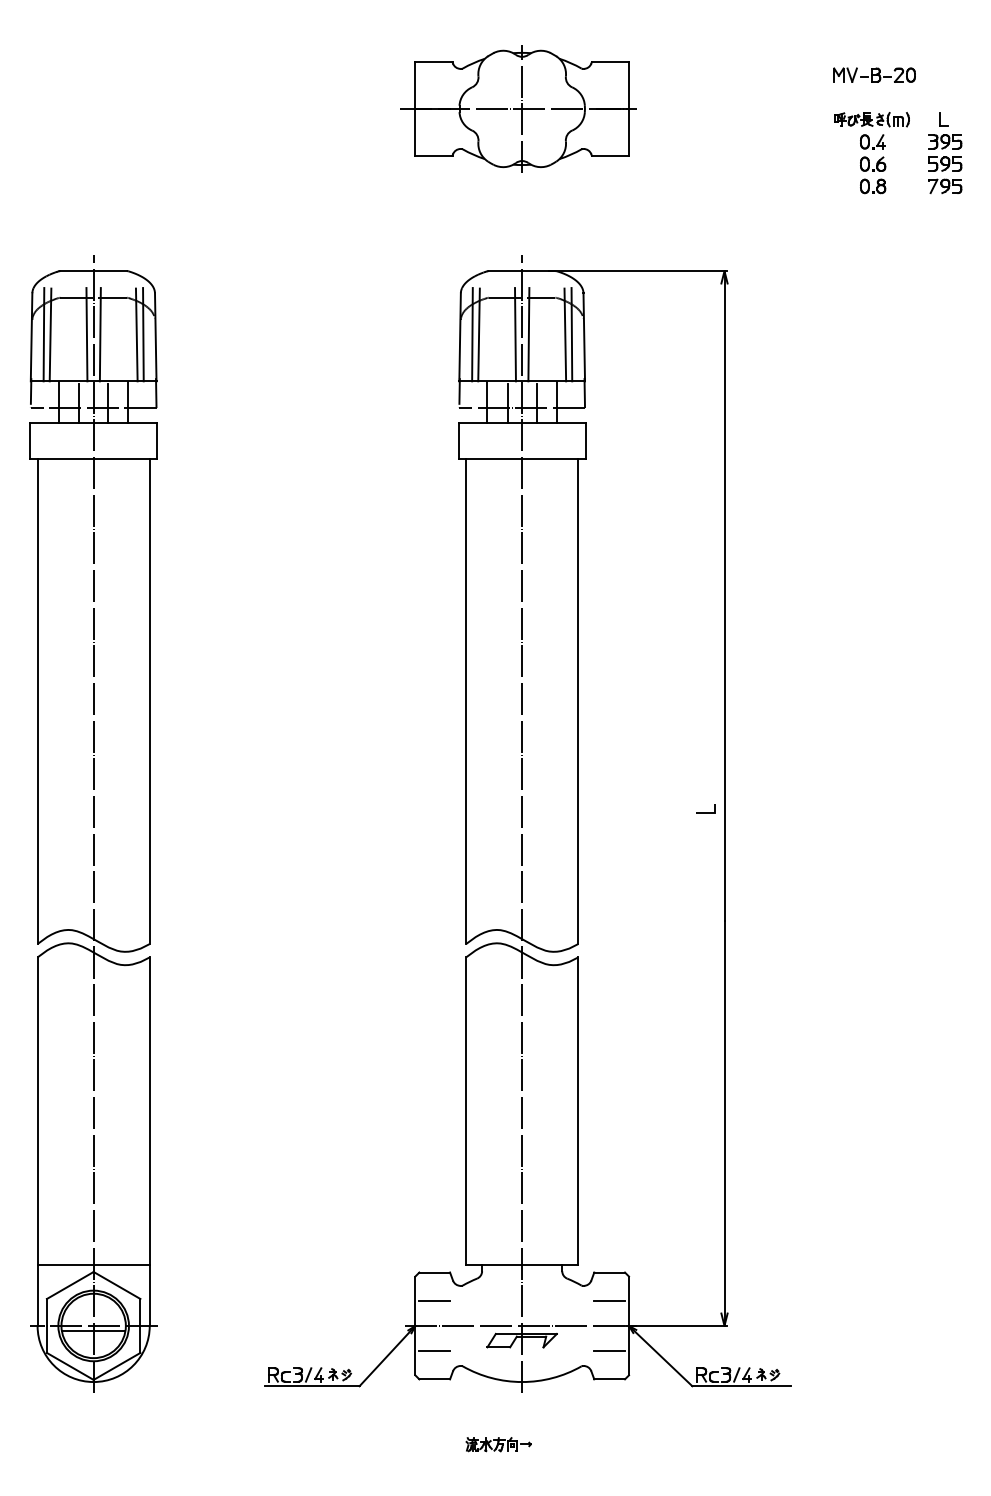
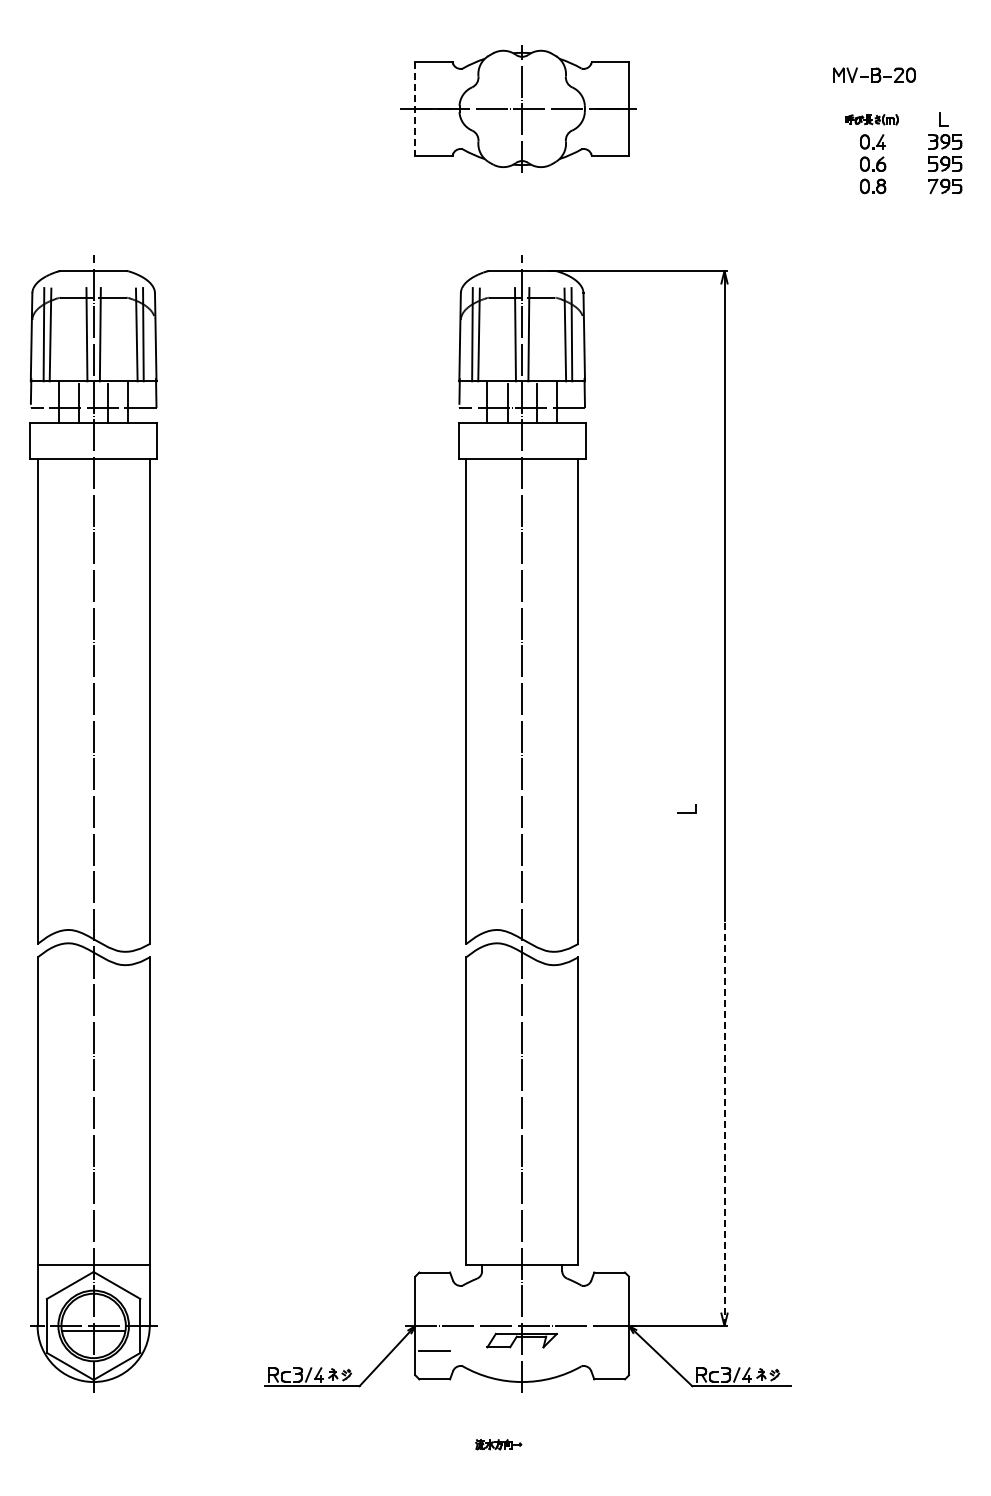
line at (415, 108): solid -> dashed
part at (871, 119) size: 76x16 px -> 54x12 px
line at (705, 812) position: (705, 812) -> (686, 812)
line at (724, 1123): solid -> dashed
line at (434, 1301): present -> none
line at (609, 1301): present -> none
line at (609, 1350): present -> none
part at (498, 1444) size: 67x16 px -> 48x12 px
